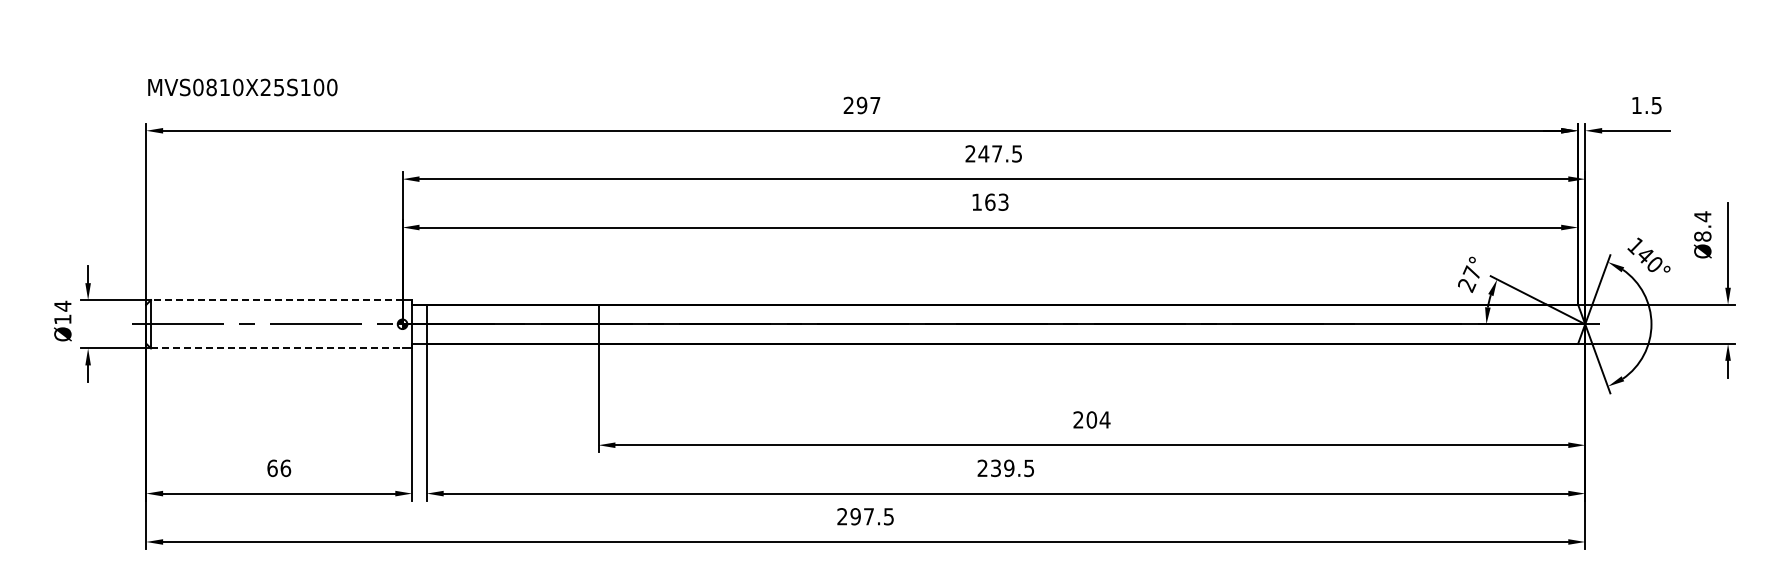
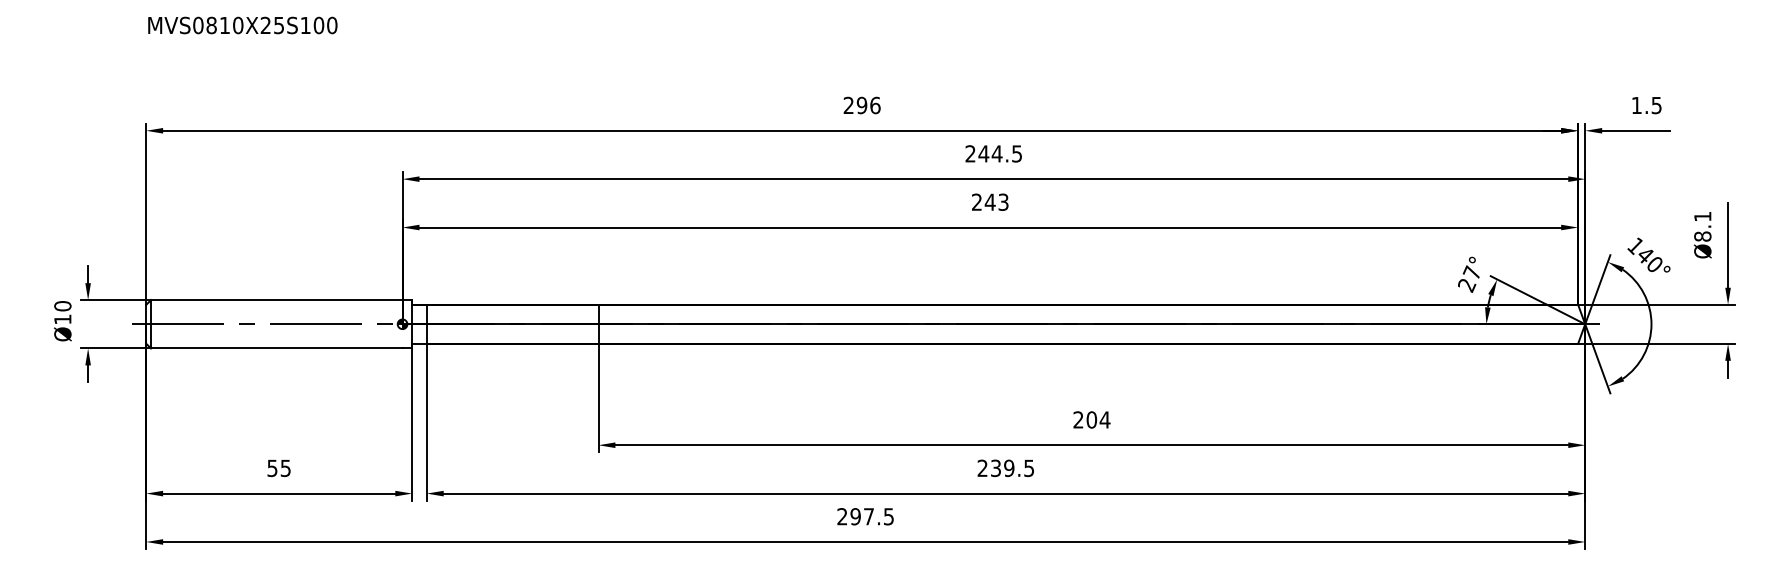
text at (242, 87) position: (242, 87) -> (242, 25)
text at (875, 105): 297 -> 296
text at (996, 153): 247.5 -> 244.5
text at (983, 201): 163 -> 243
text at (1702, 216): Ø8.4 -> Ø8.1
line at (276, 300): dashed -> solid
text at (62, 305): Ø14 -> Ø10
line at (276, 348): dashed -> solid
text at (279, 468): 66 -> 55
